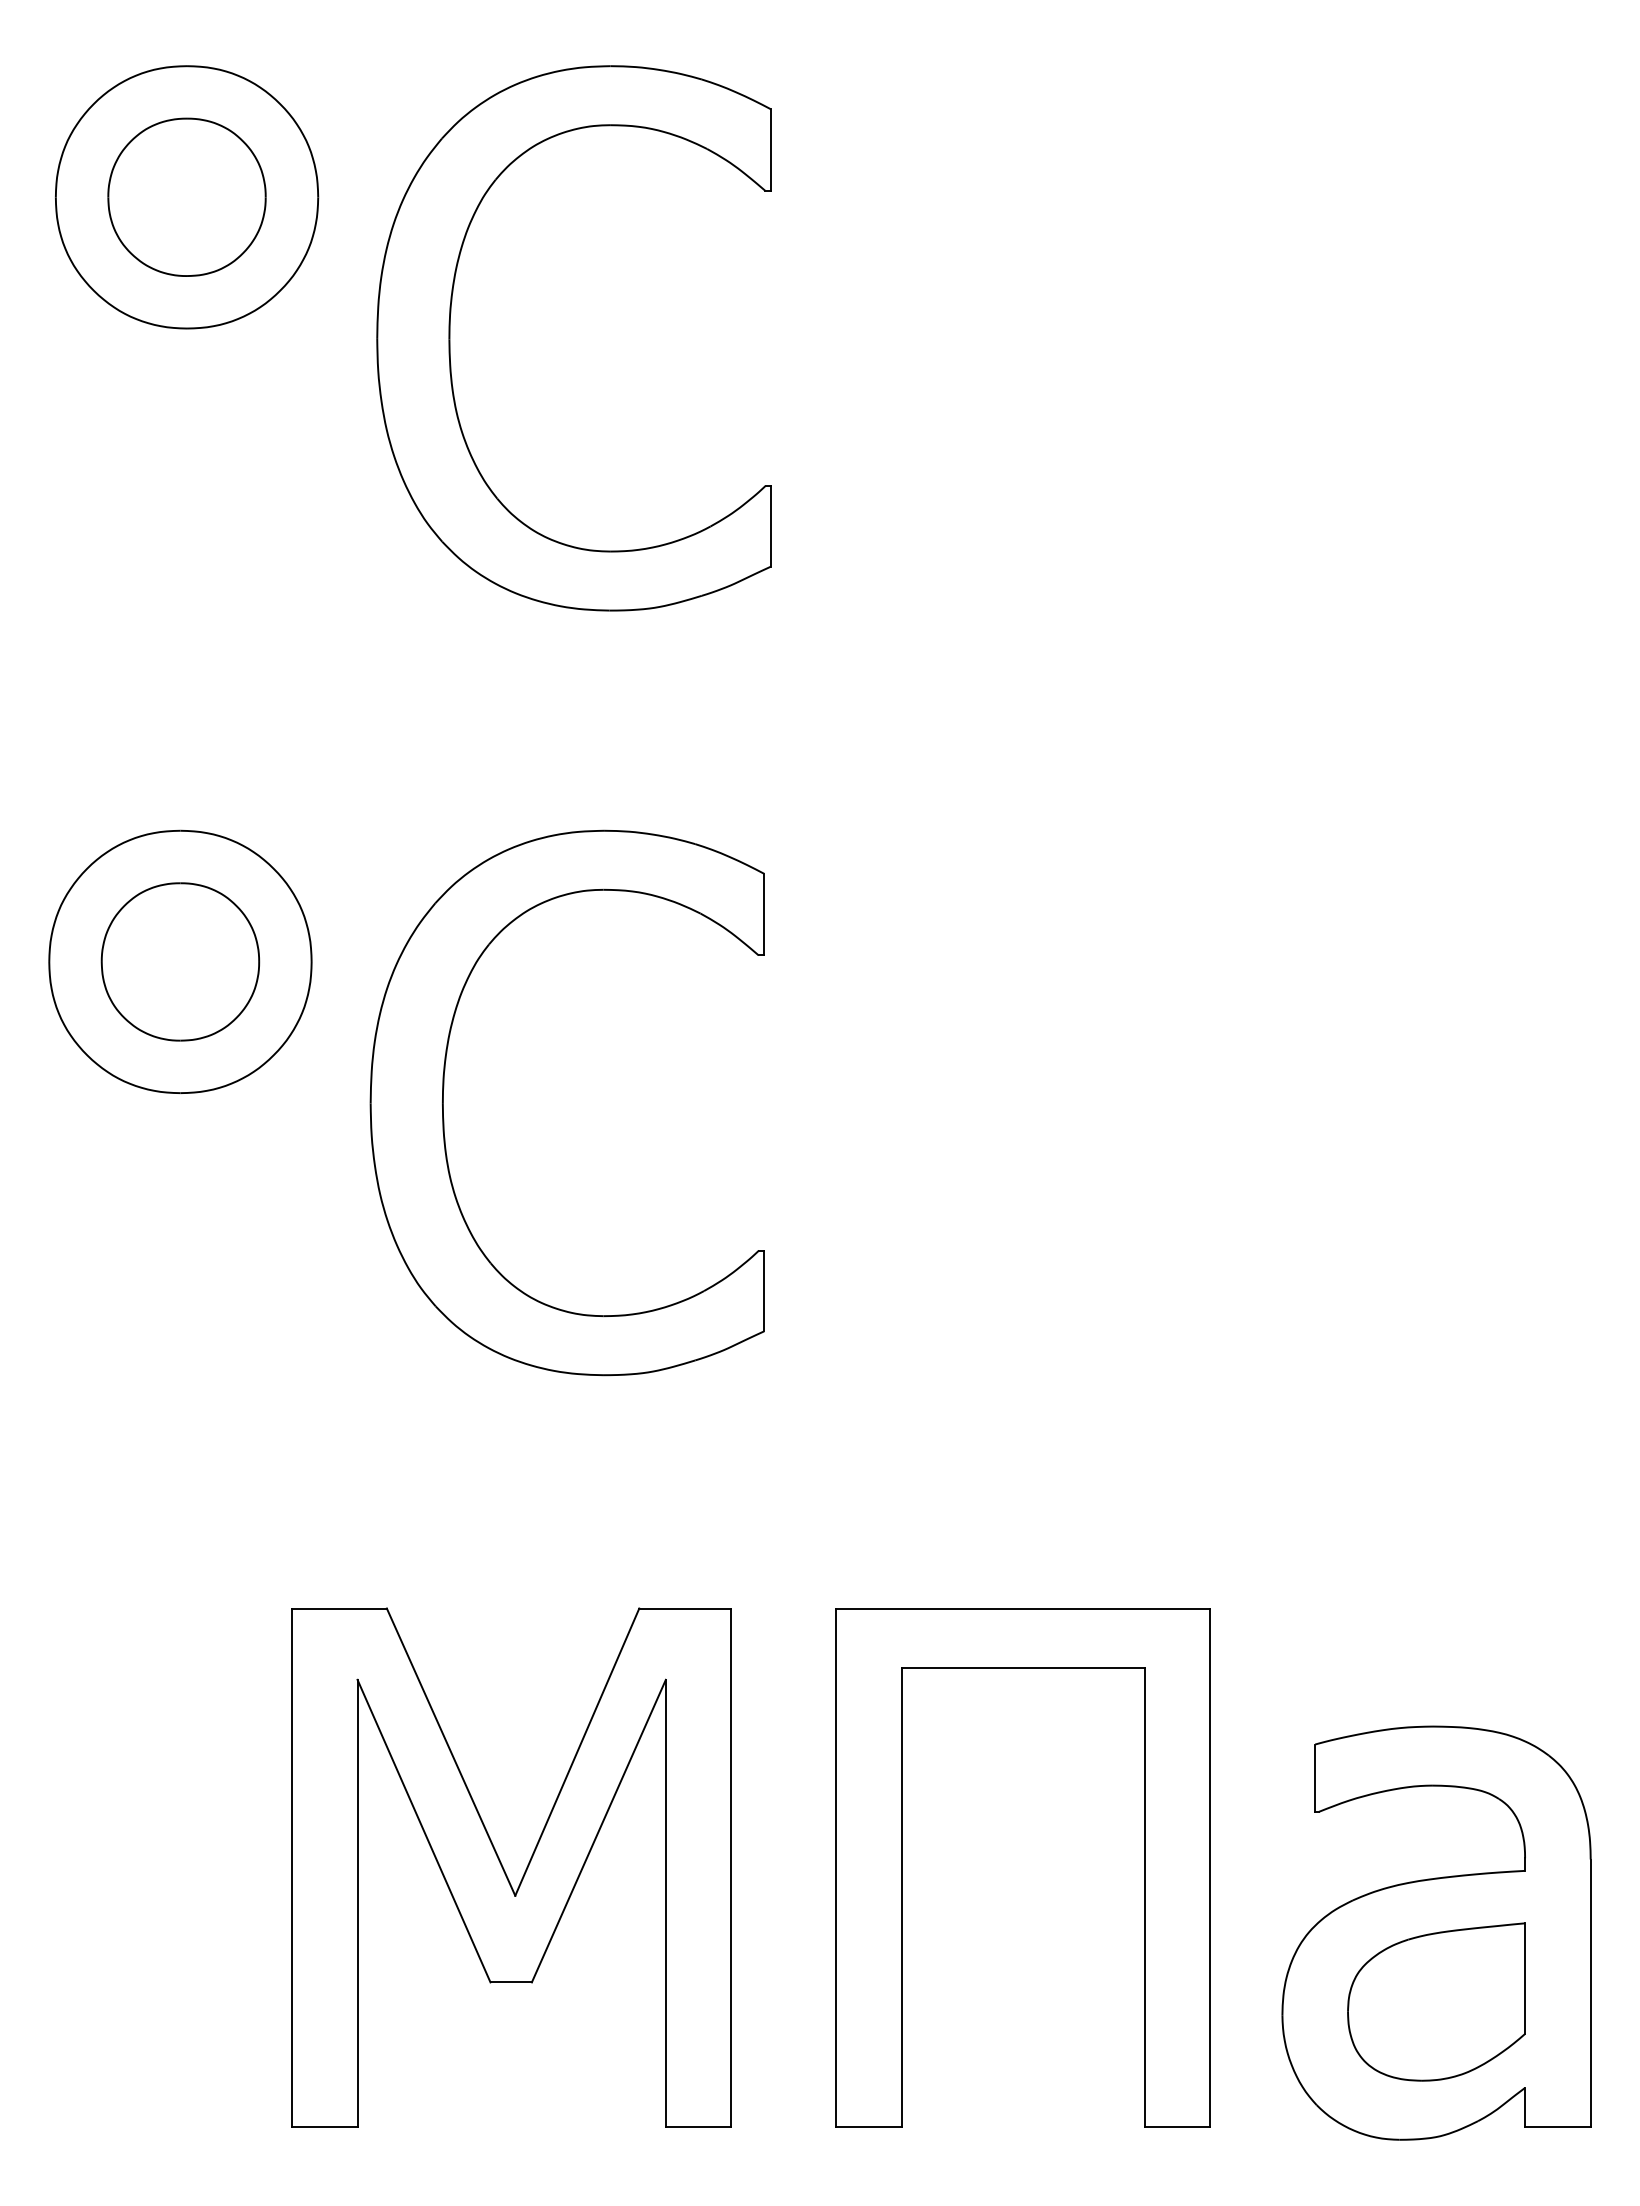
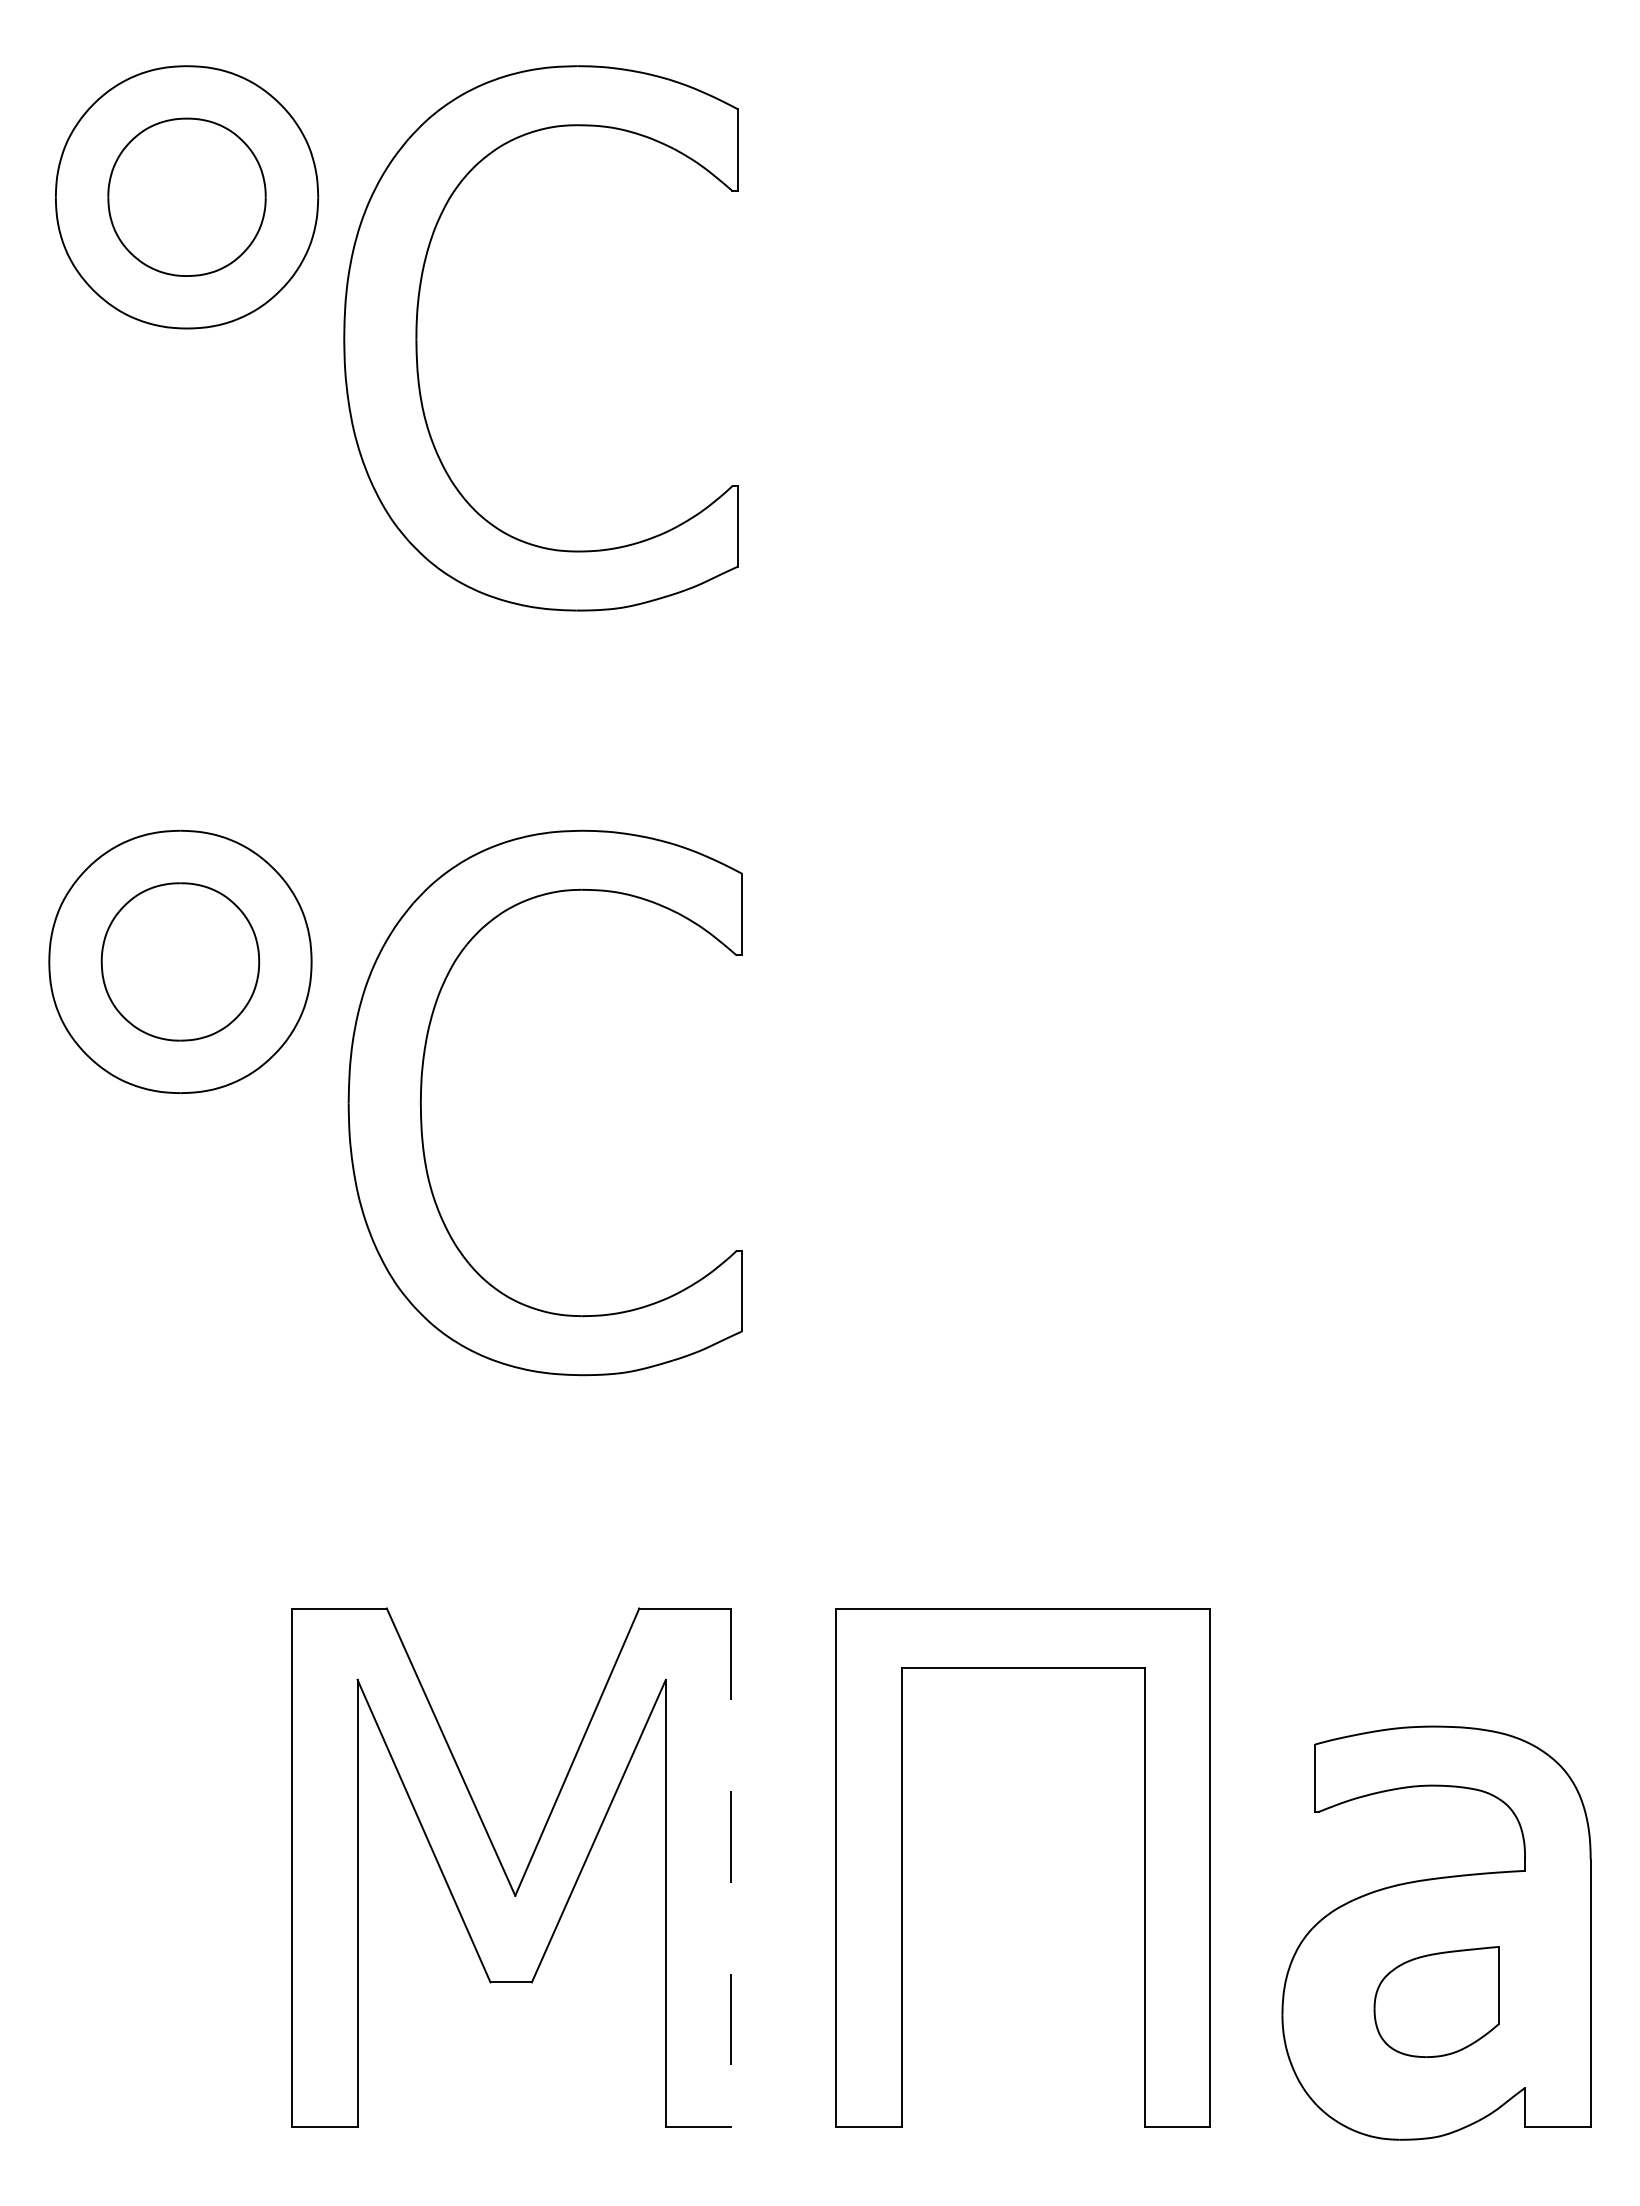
part at (450, 338) position: (450, 338) -> (417, 338)
part at (444, 1087) position: (444, 1087) -> (422, 1087)
line at (731, 1868): solid -> dashed
part at (1436, 2001) size: 179x160 px -> 127x112 px
